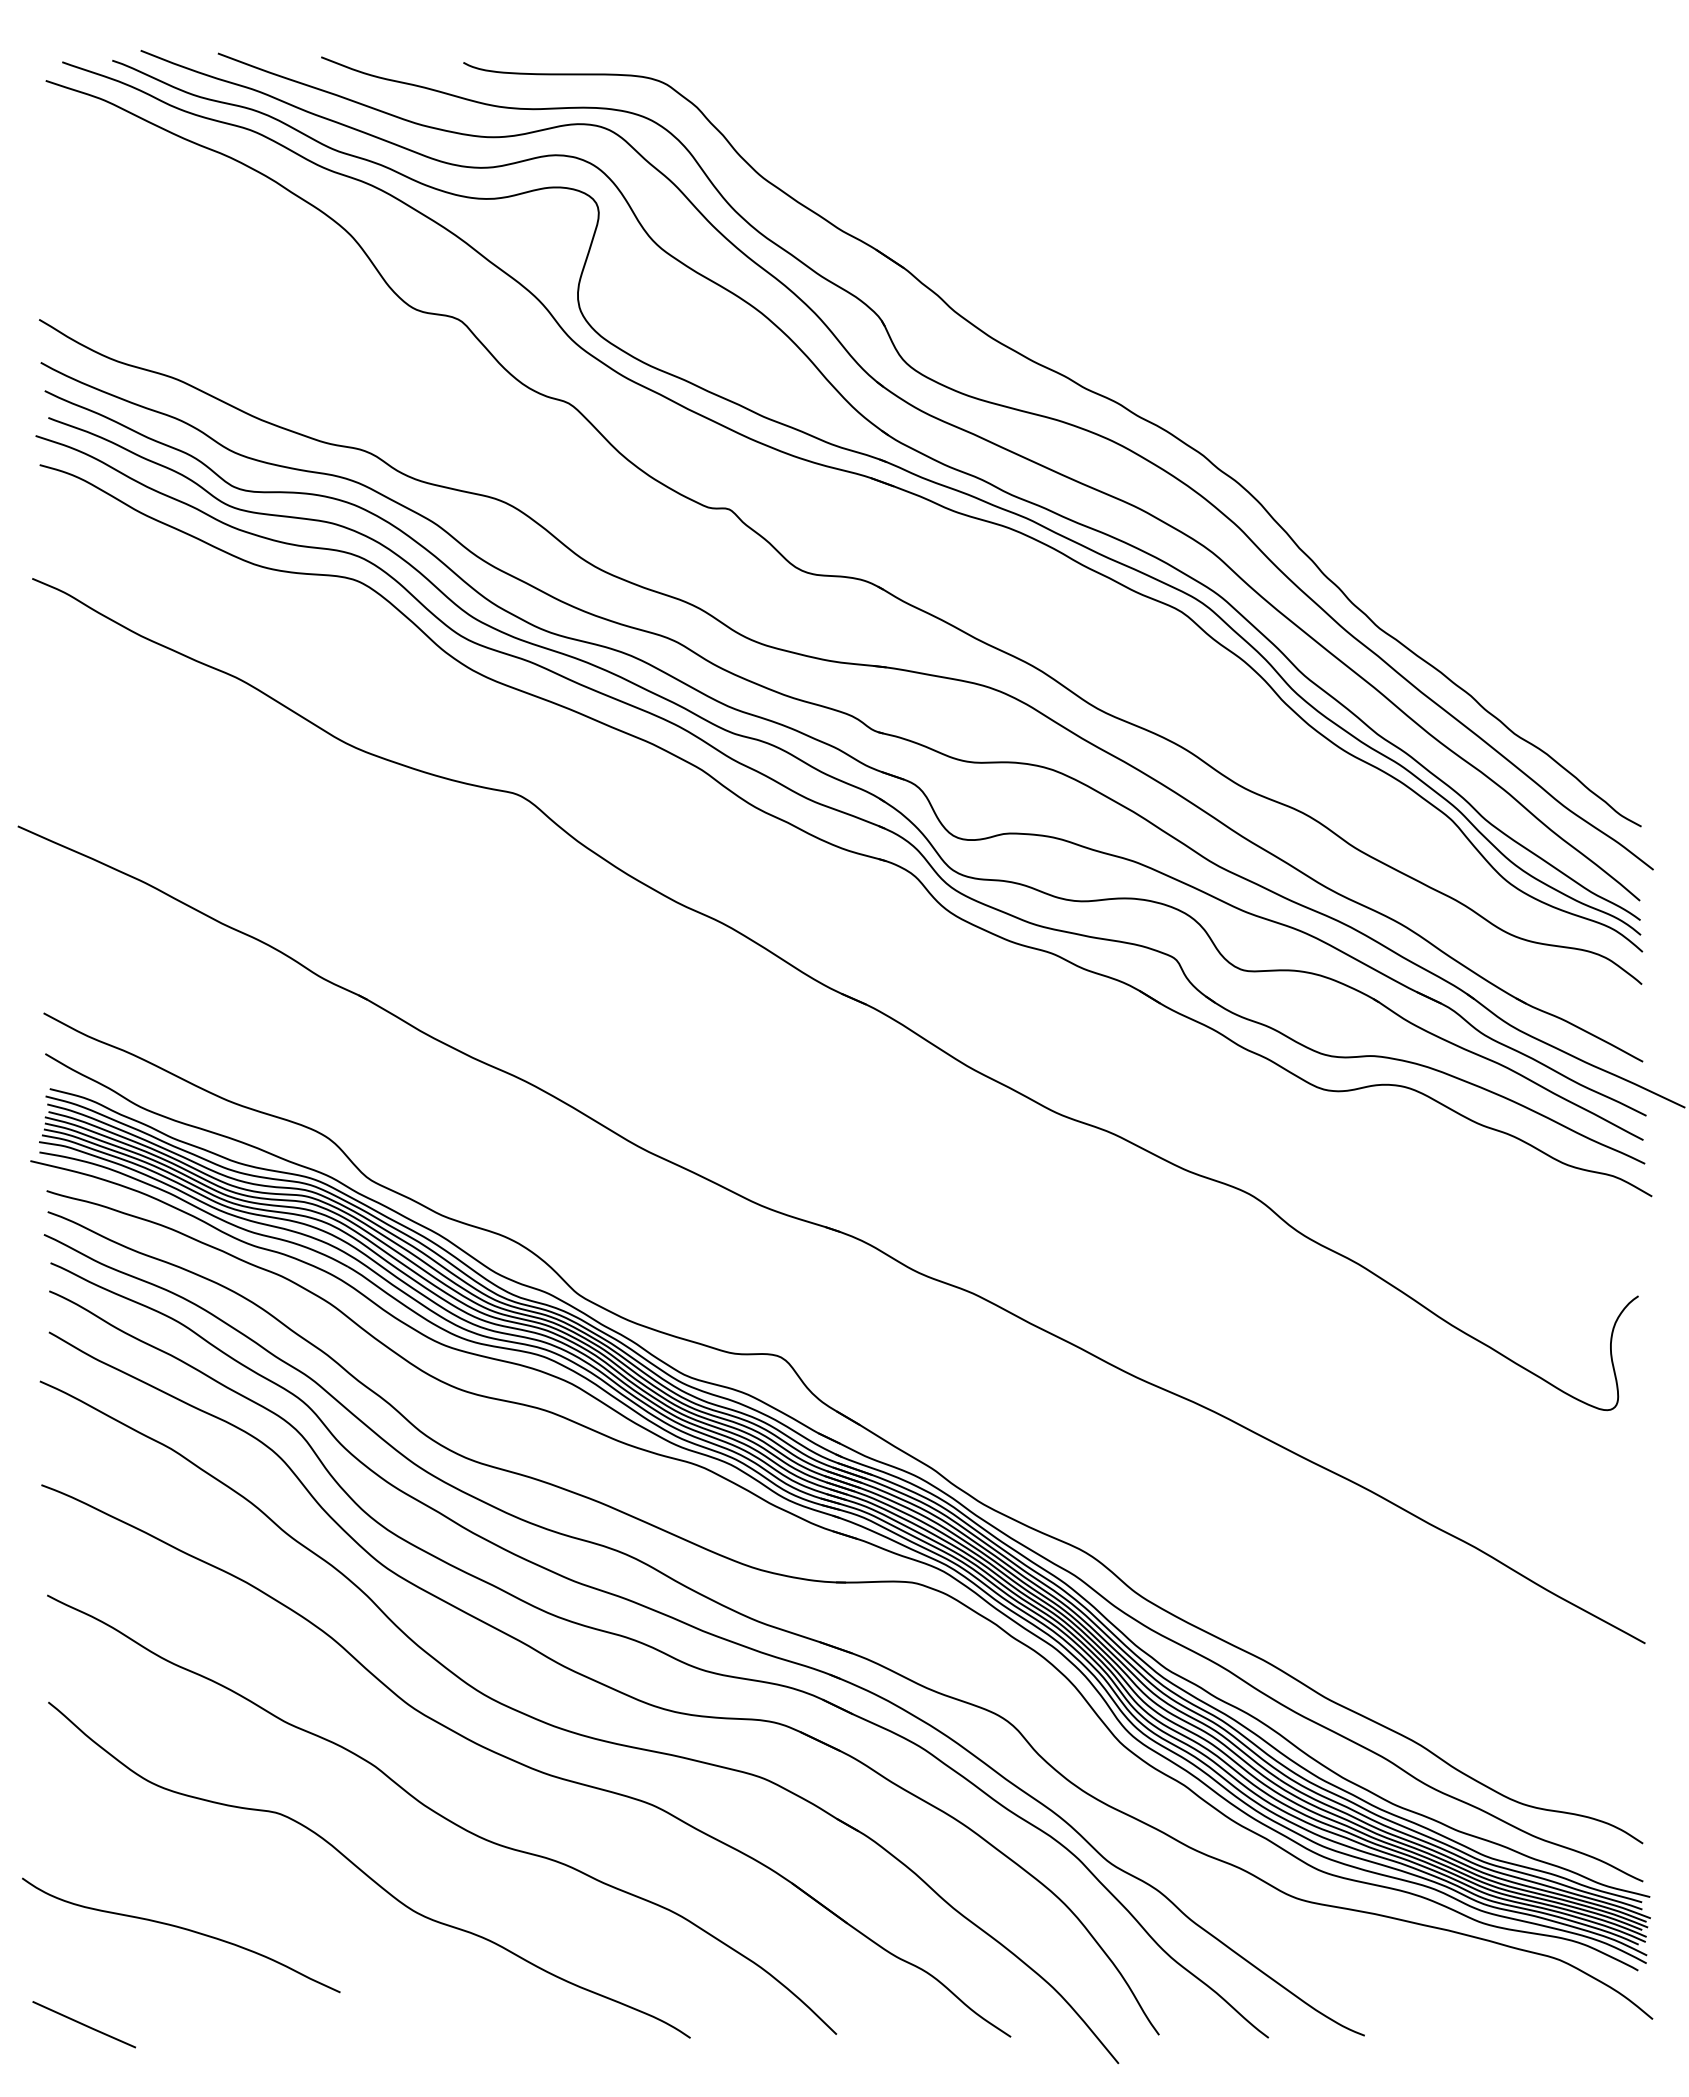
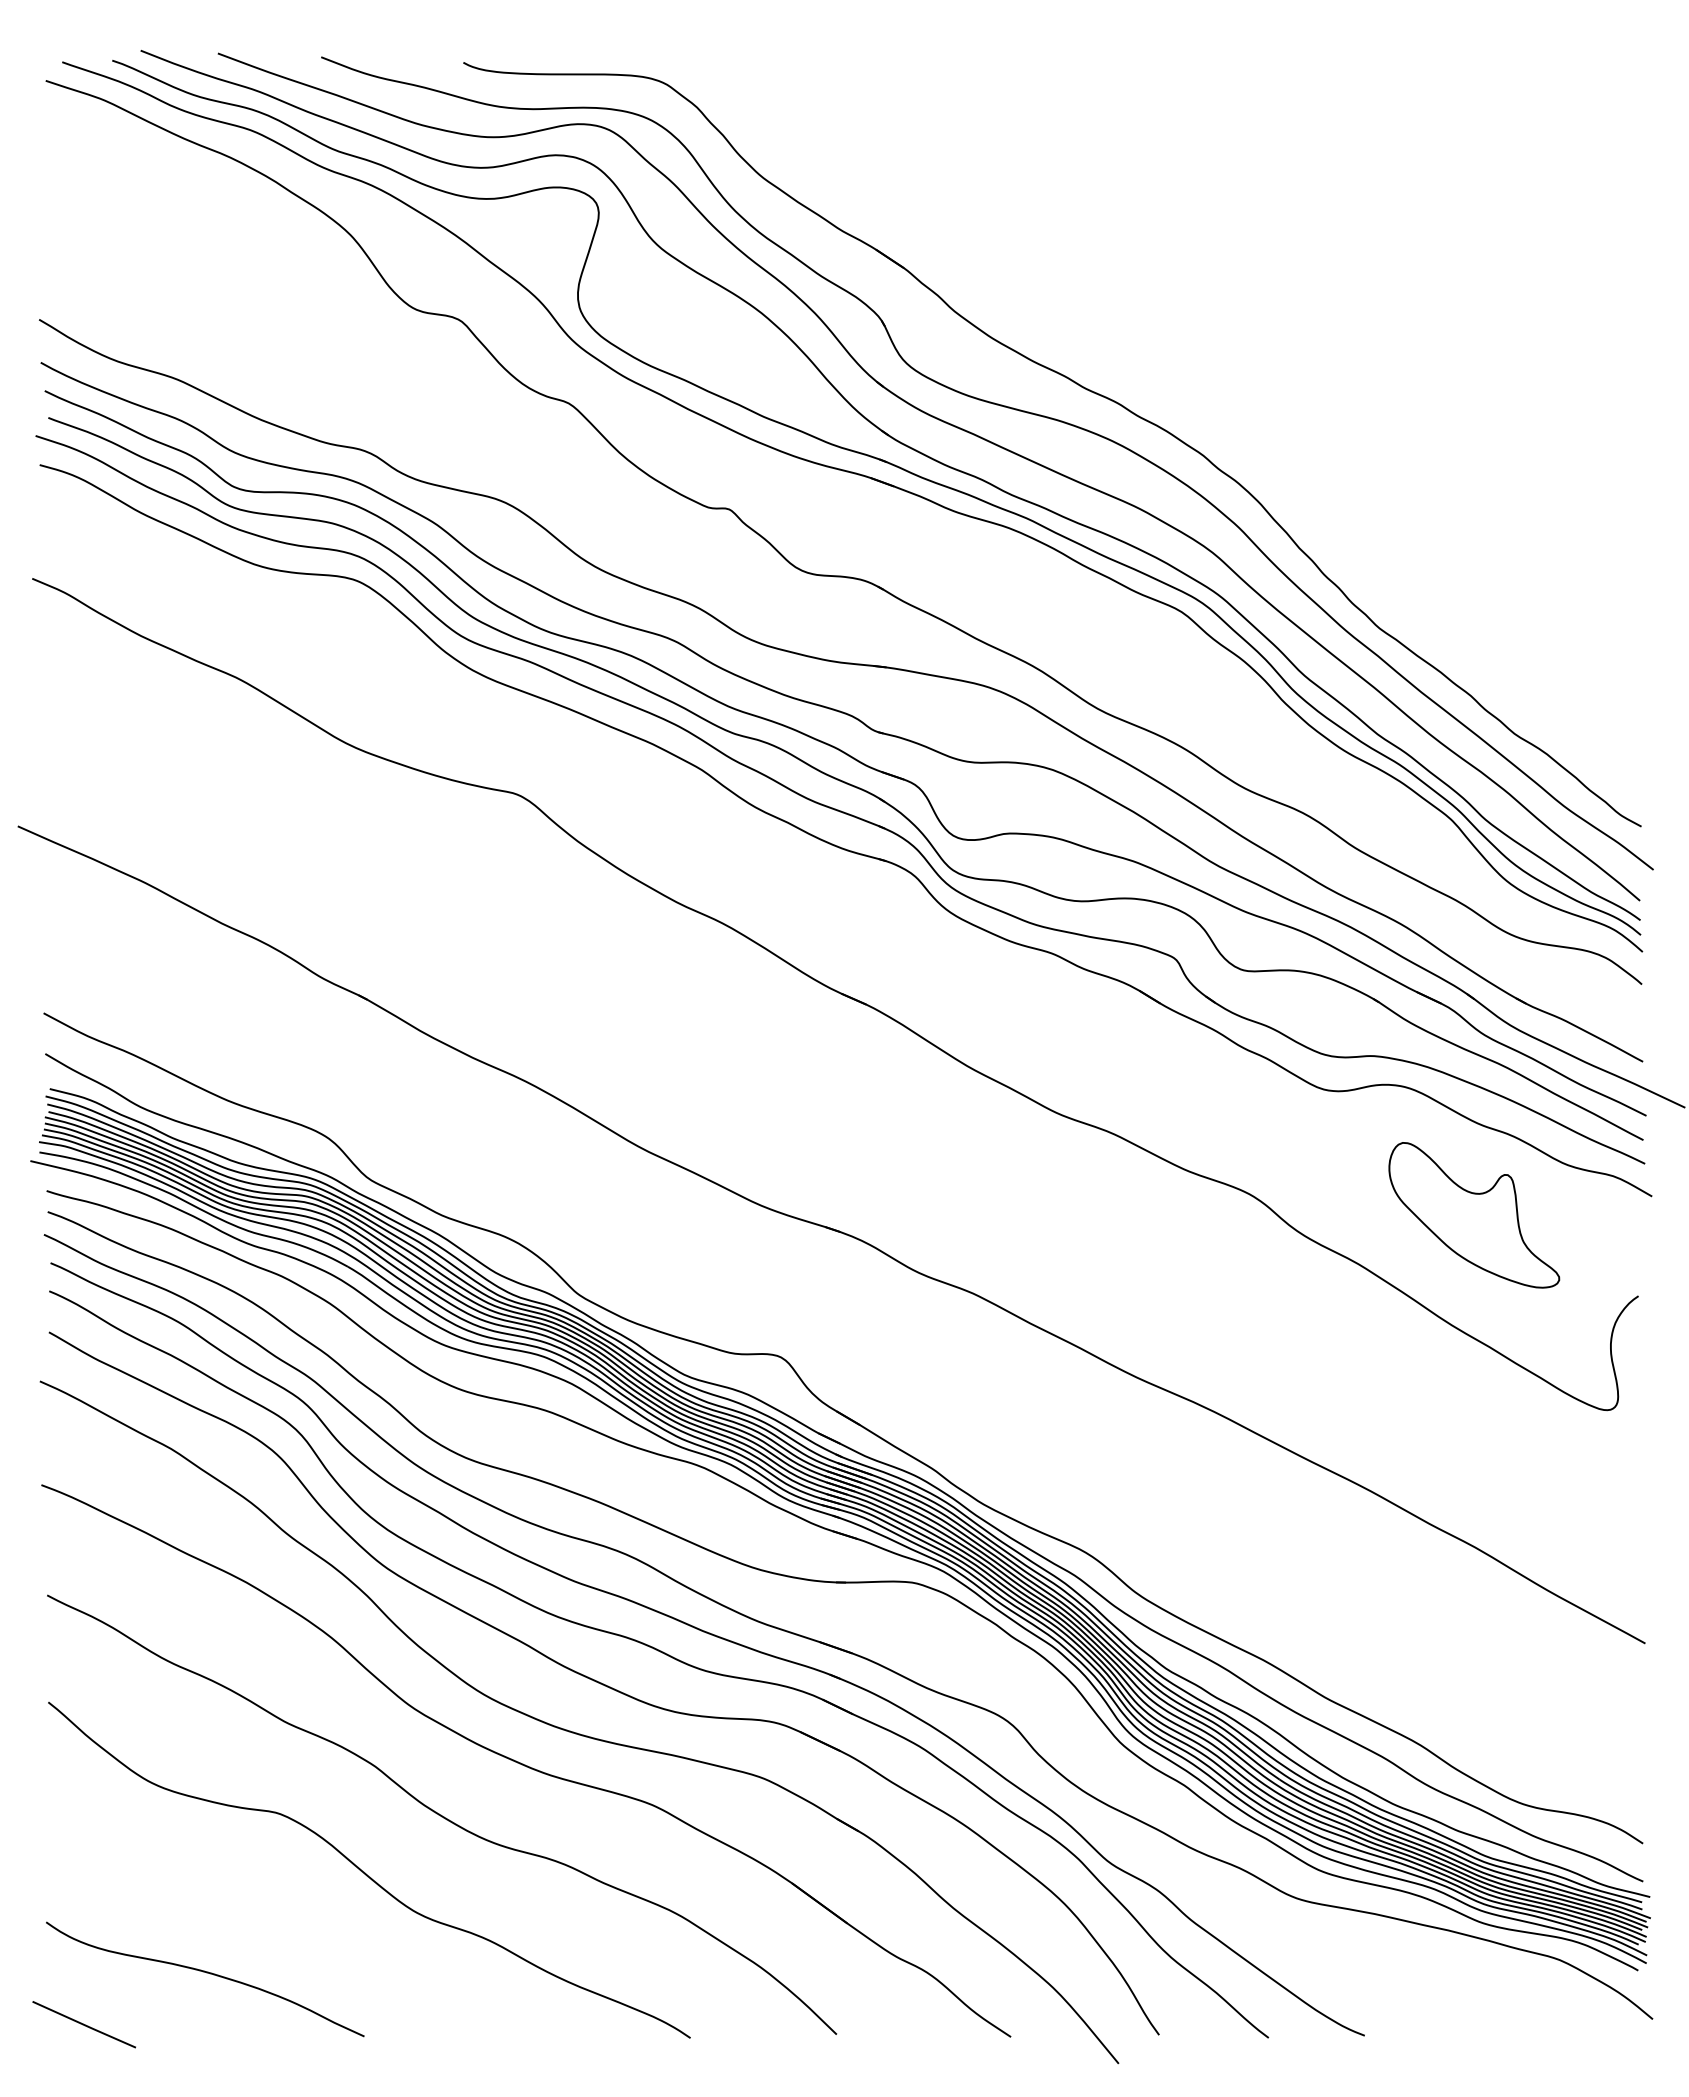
part at (1474, 1215): none -> present
curve at (182, 1929) position: (182, 1929) -> (206, 1973)
